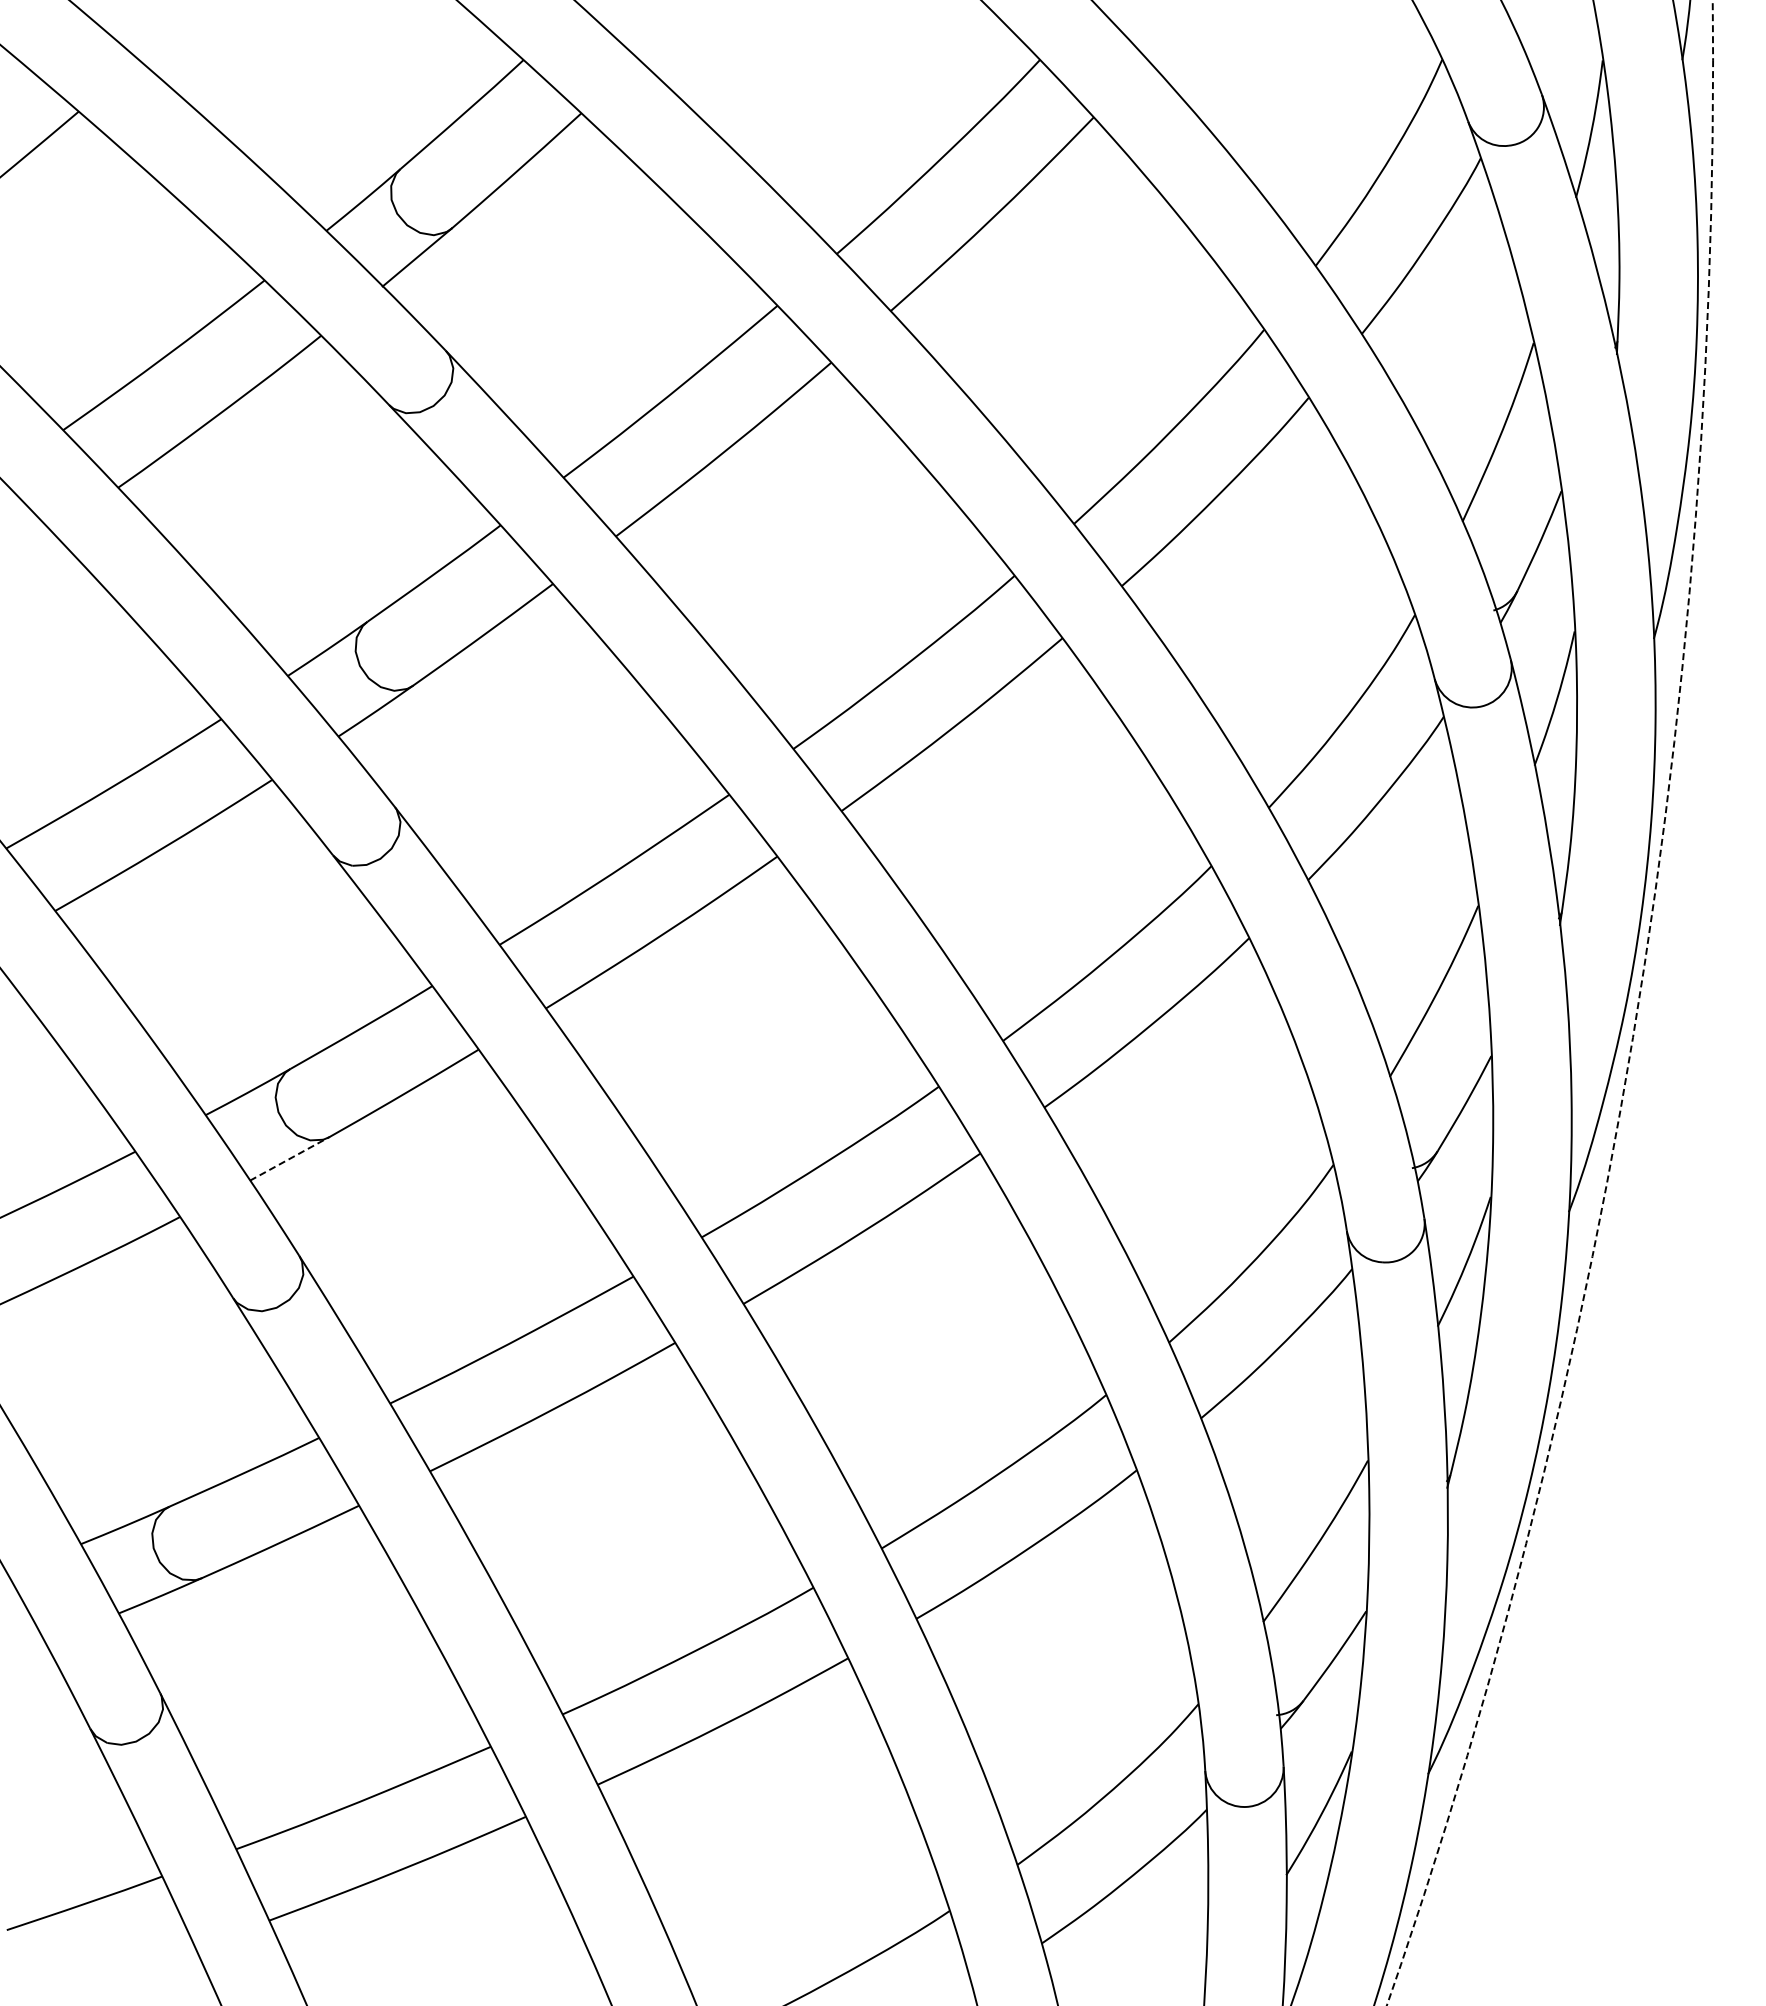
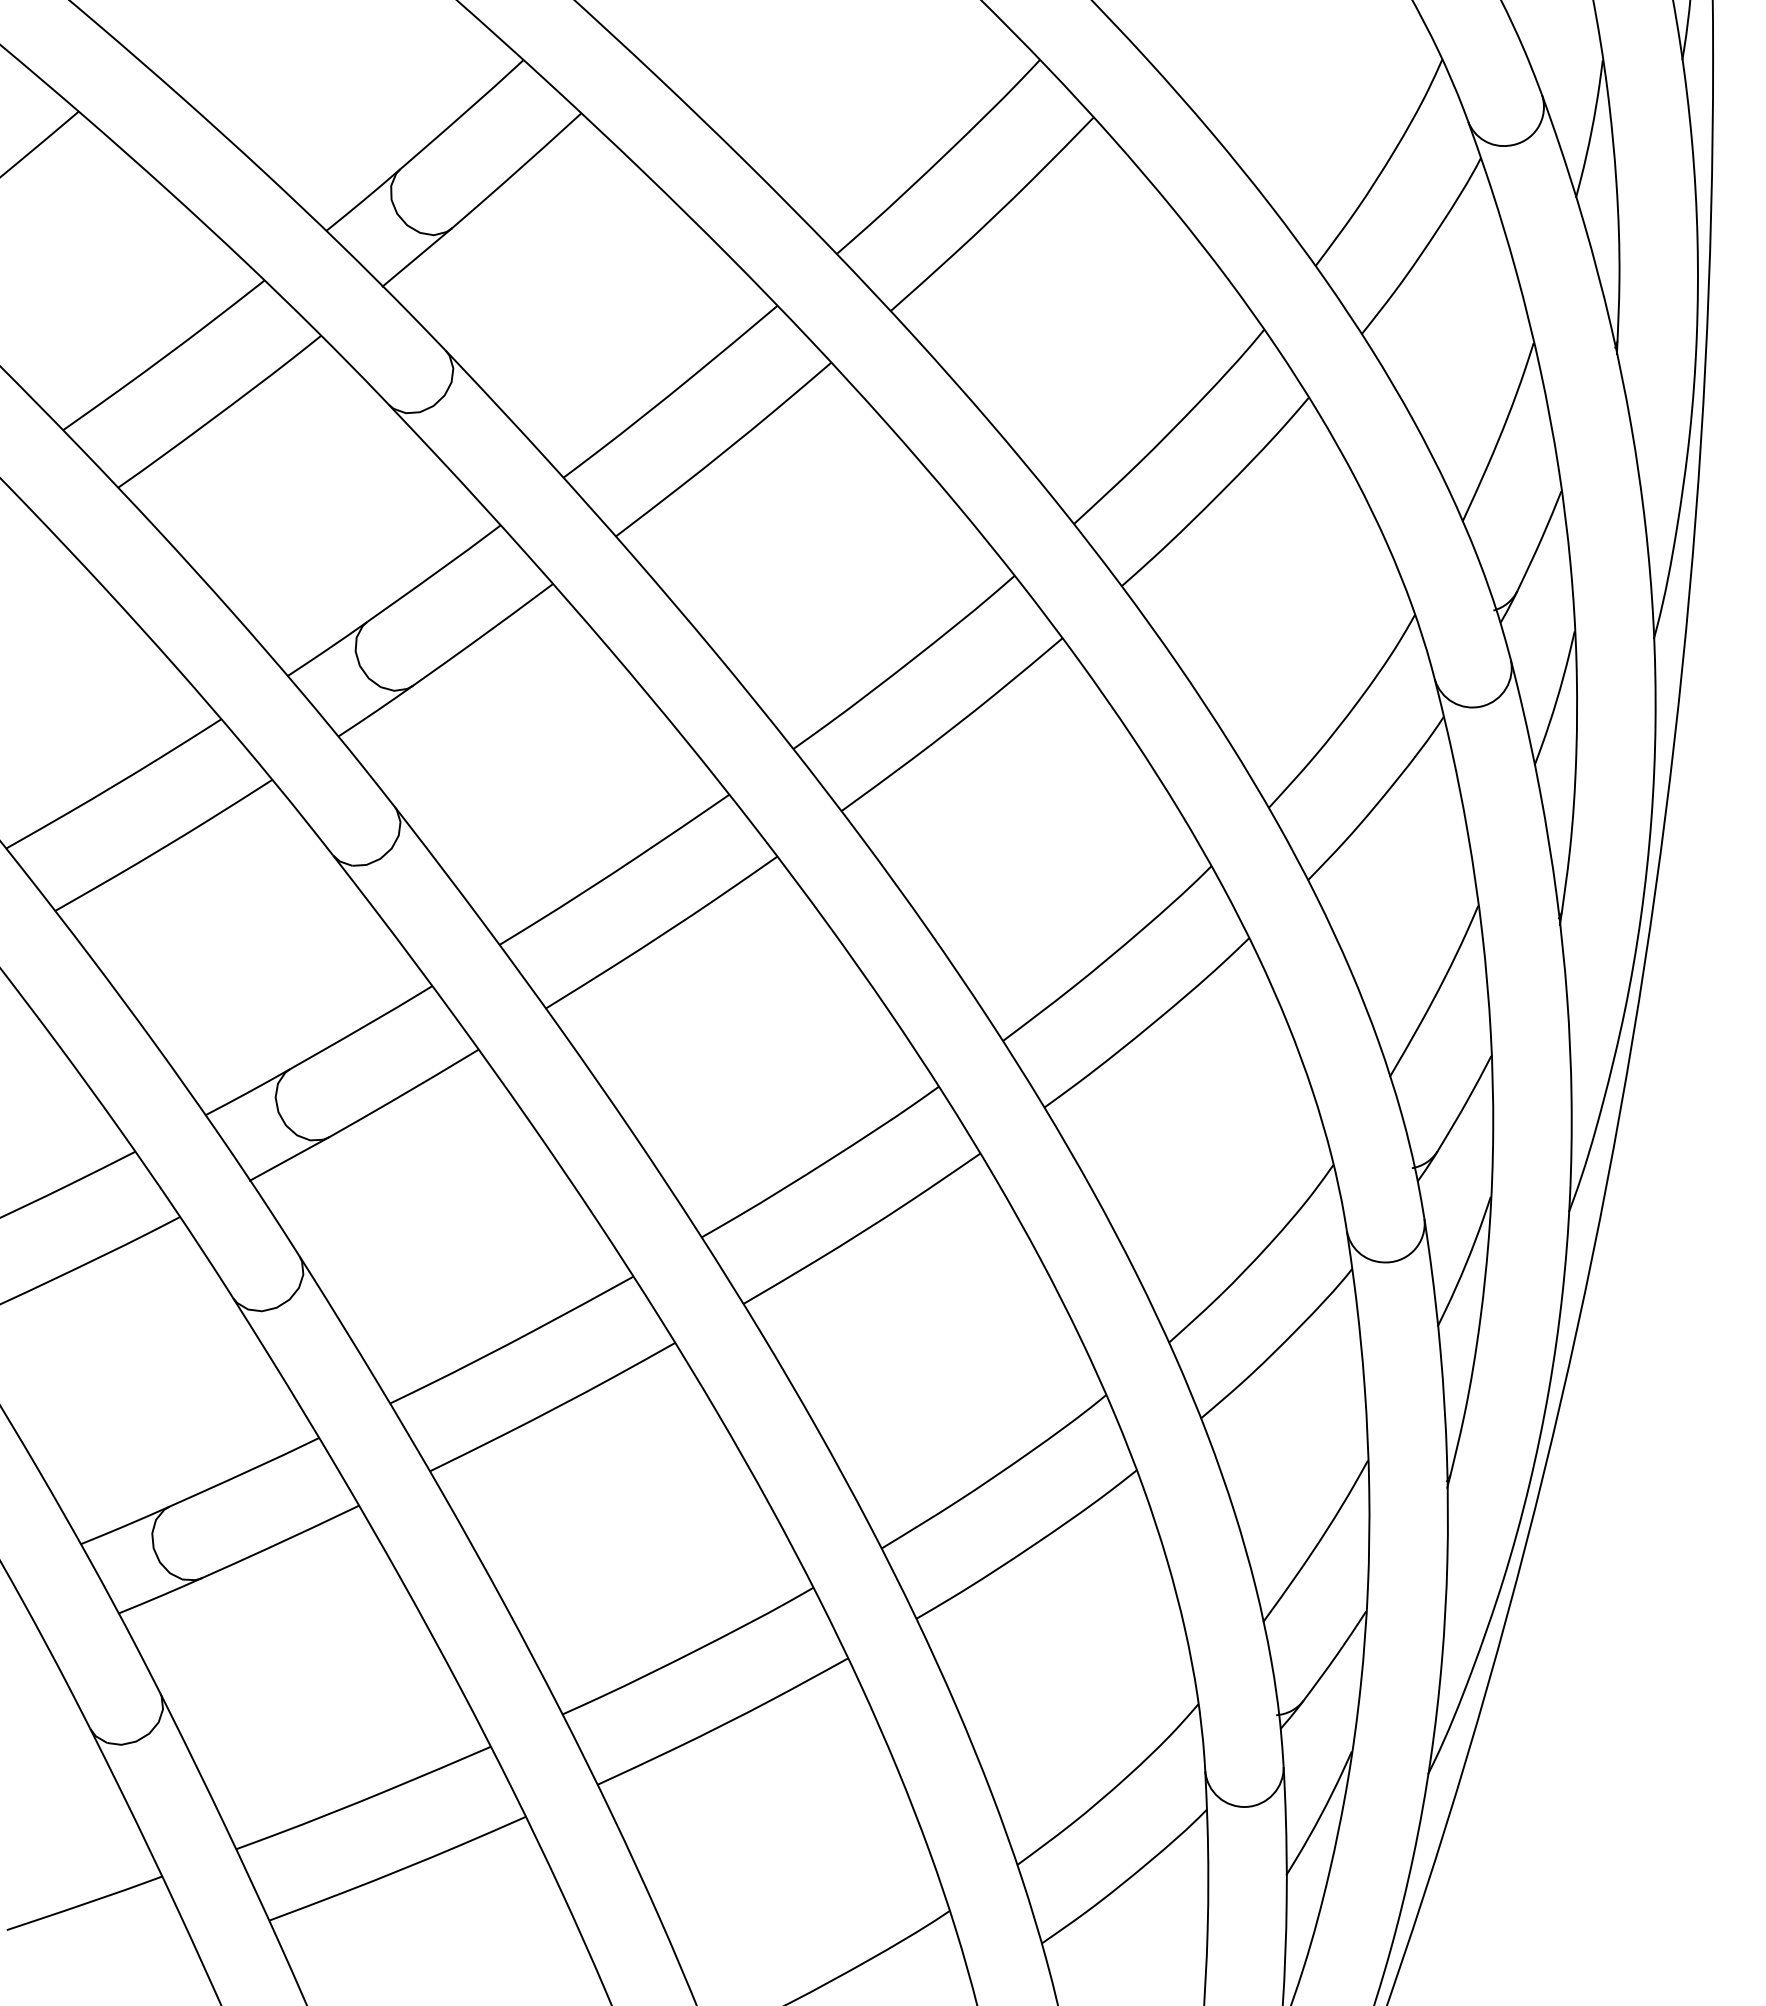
circle at (1549, 1002): dashed -> solid
line at (289, 1158): dashed -> solid
